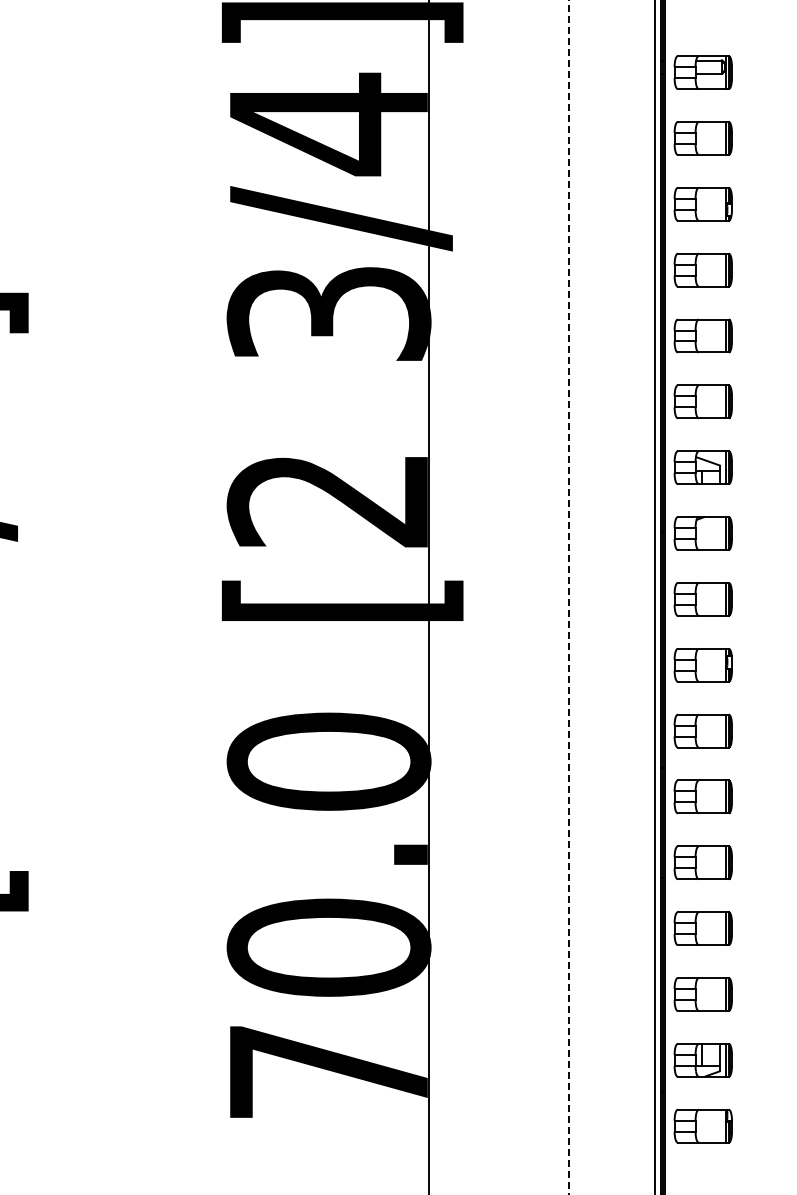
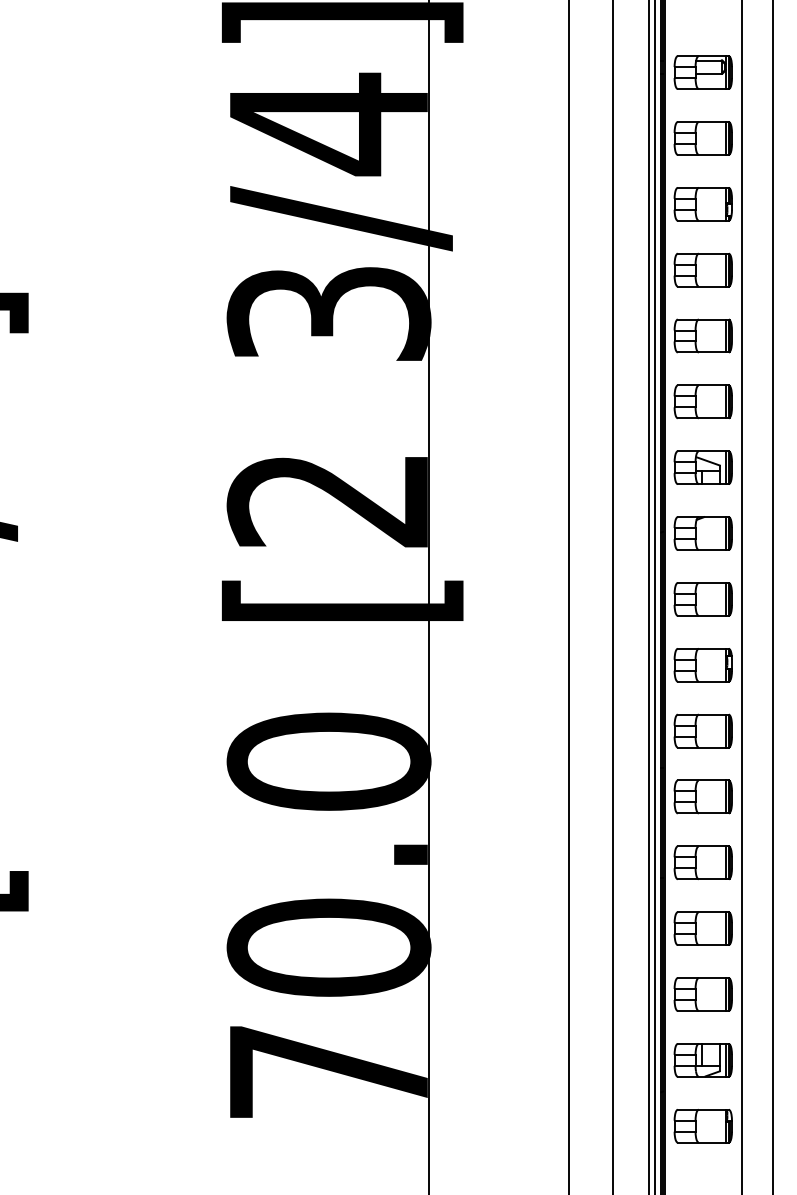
line at (613, 596): none -> present
line at (649, 596): none -> present
line at (741, 596): none -> present
line at (773, 596): none -> present
line at (569, 597): dashed -> solid
